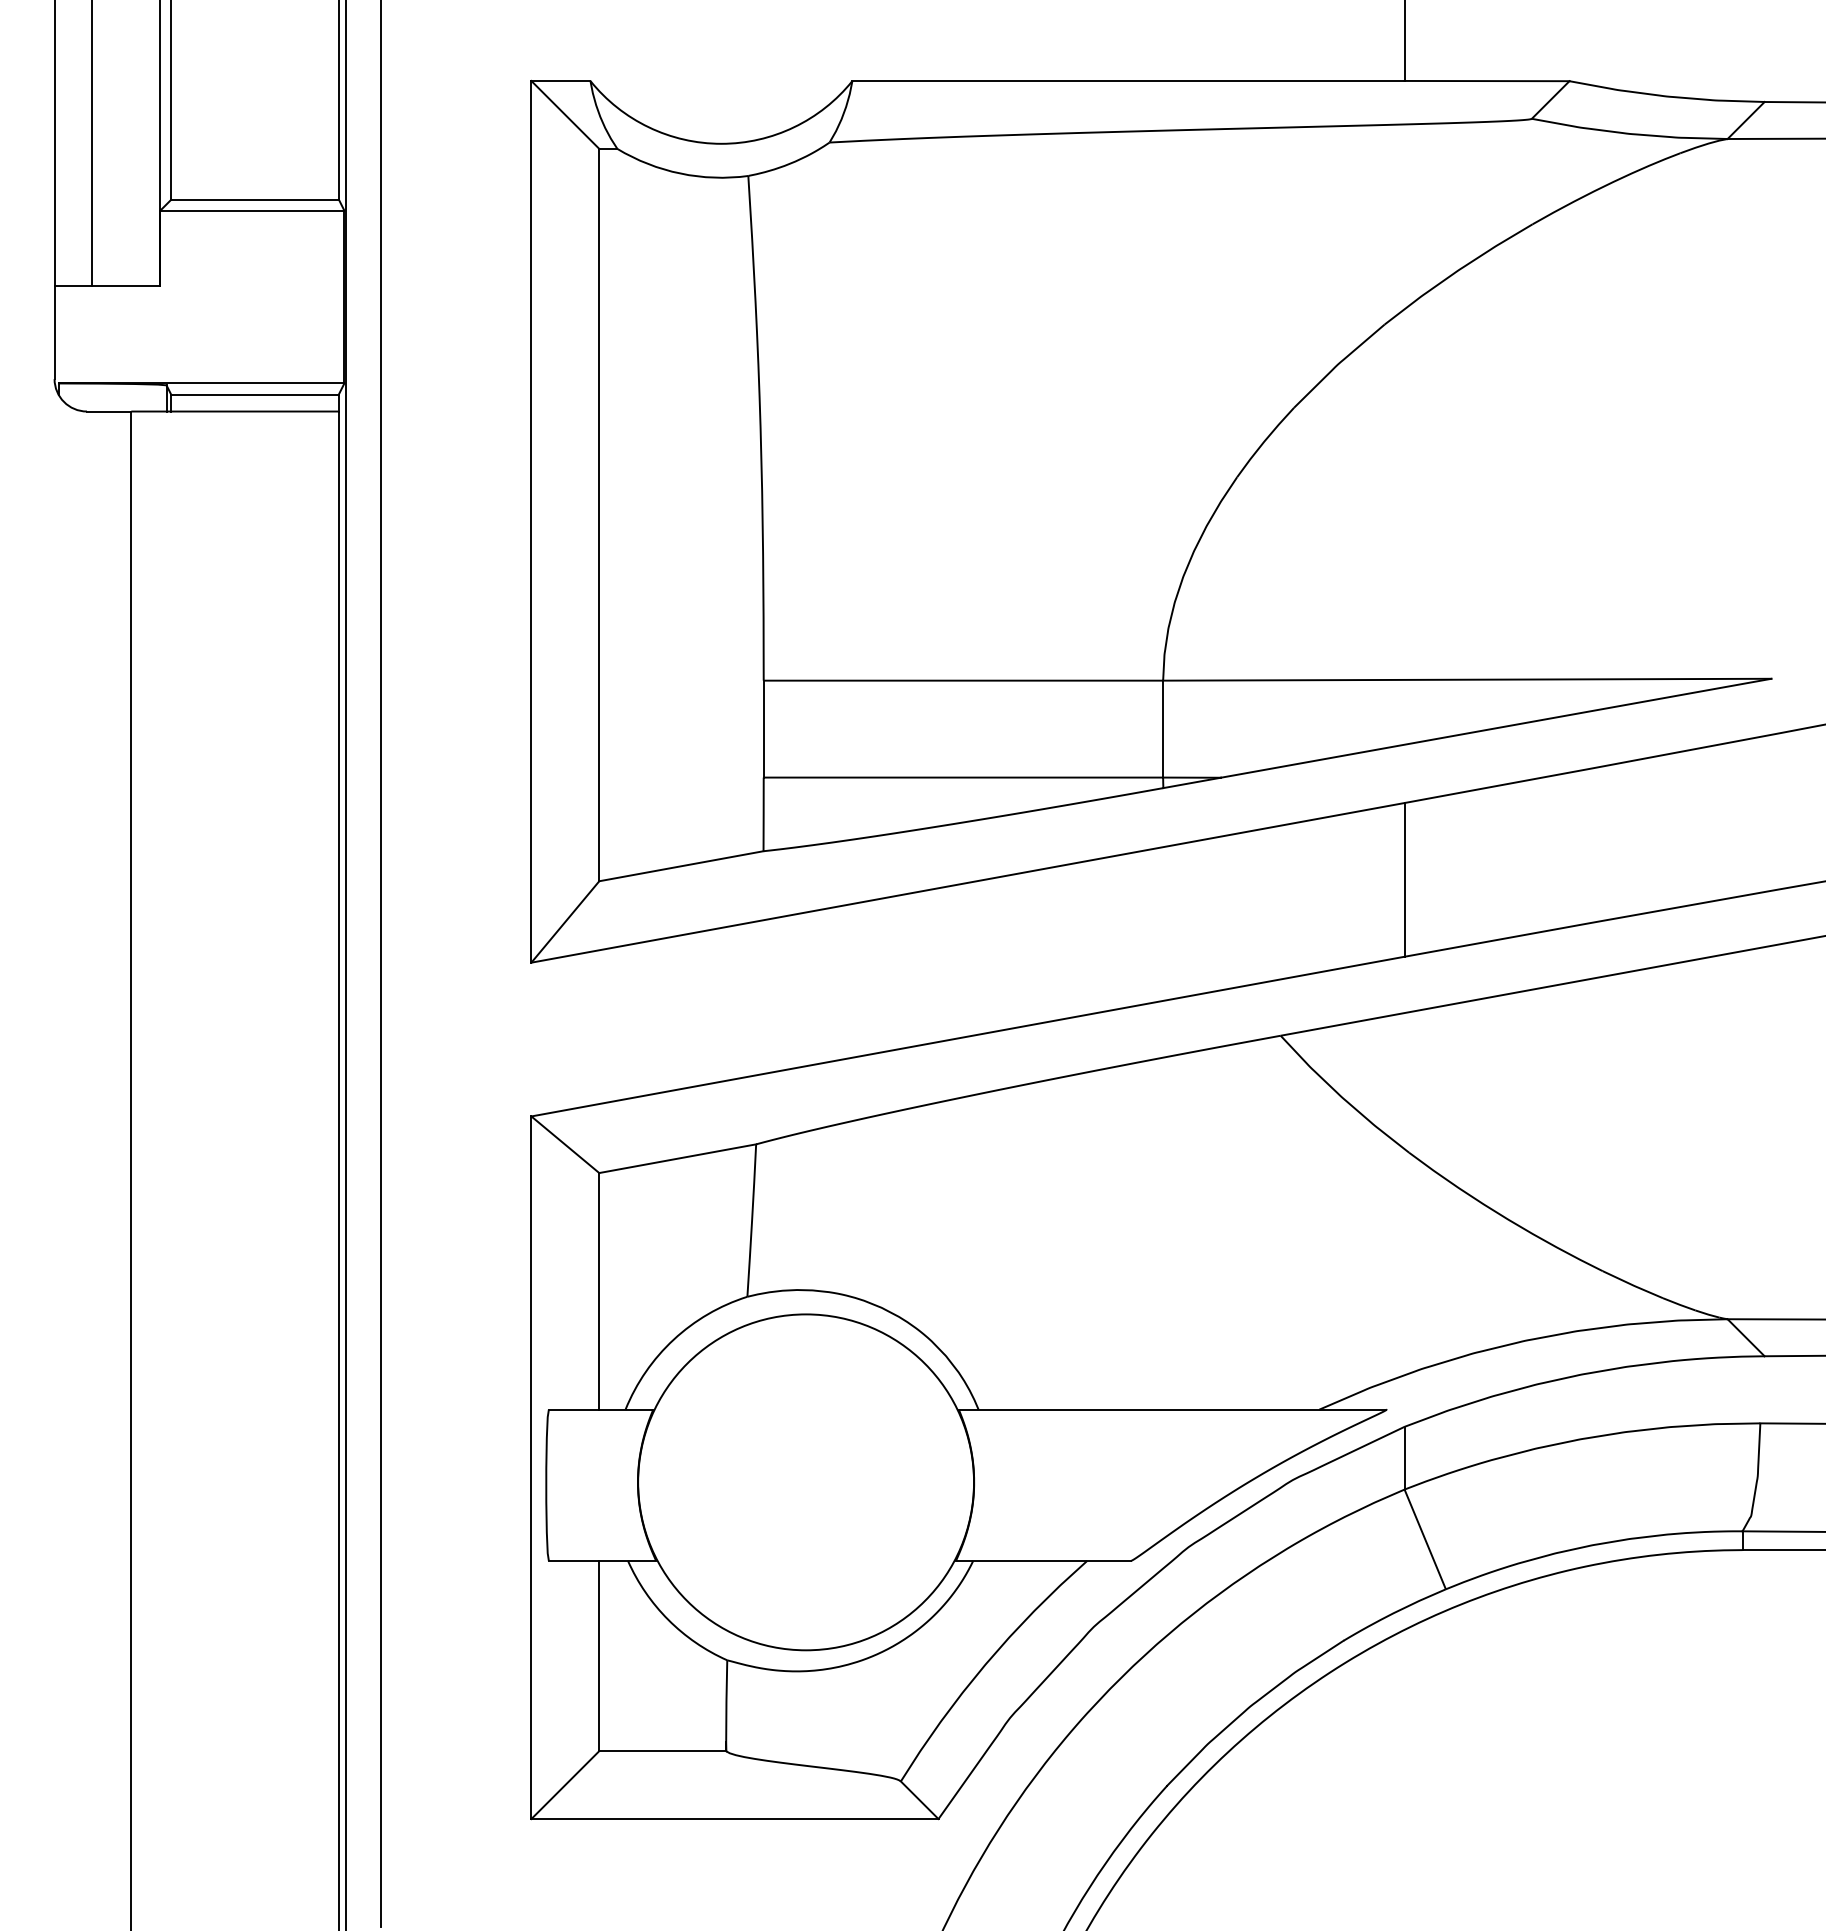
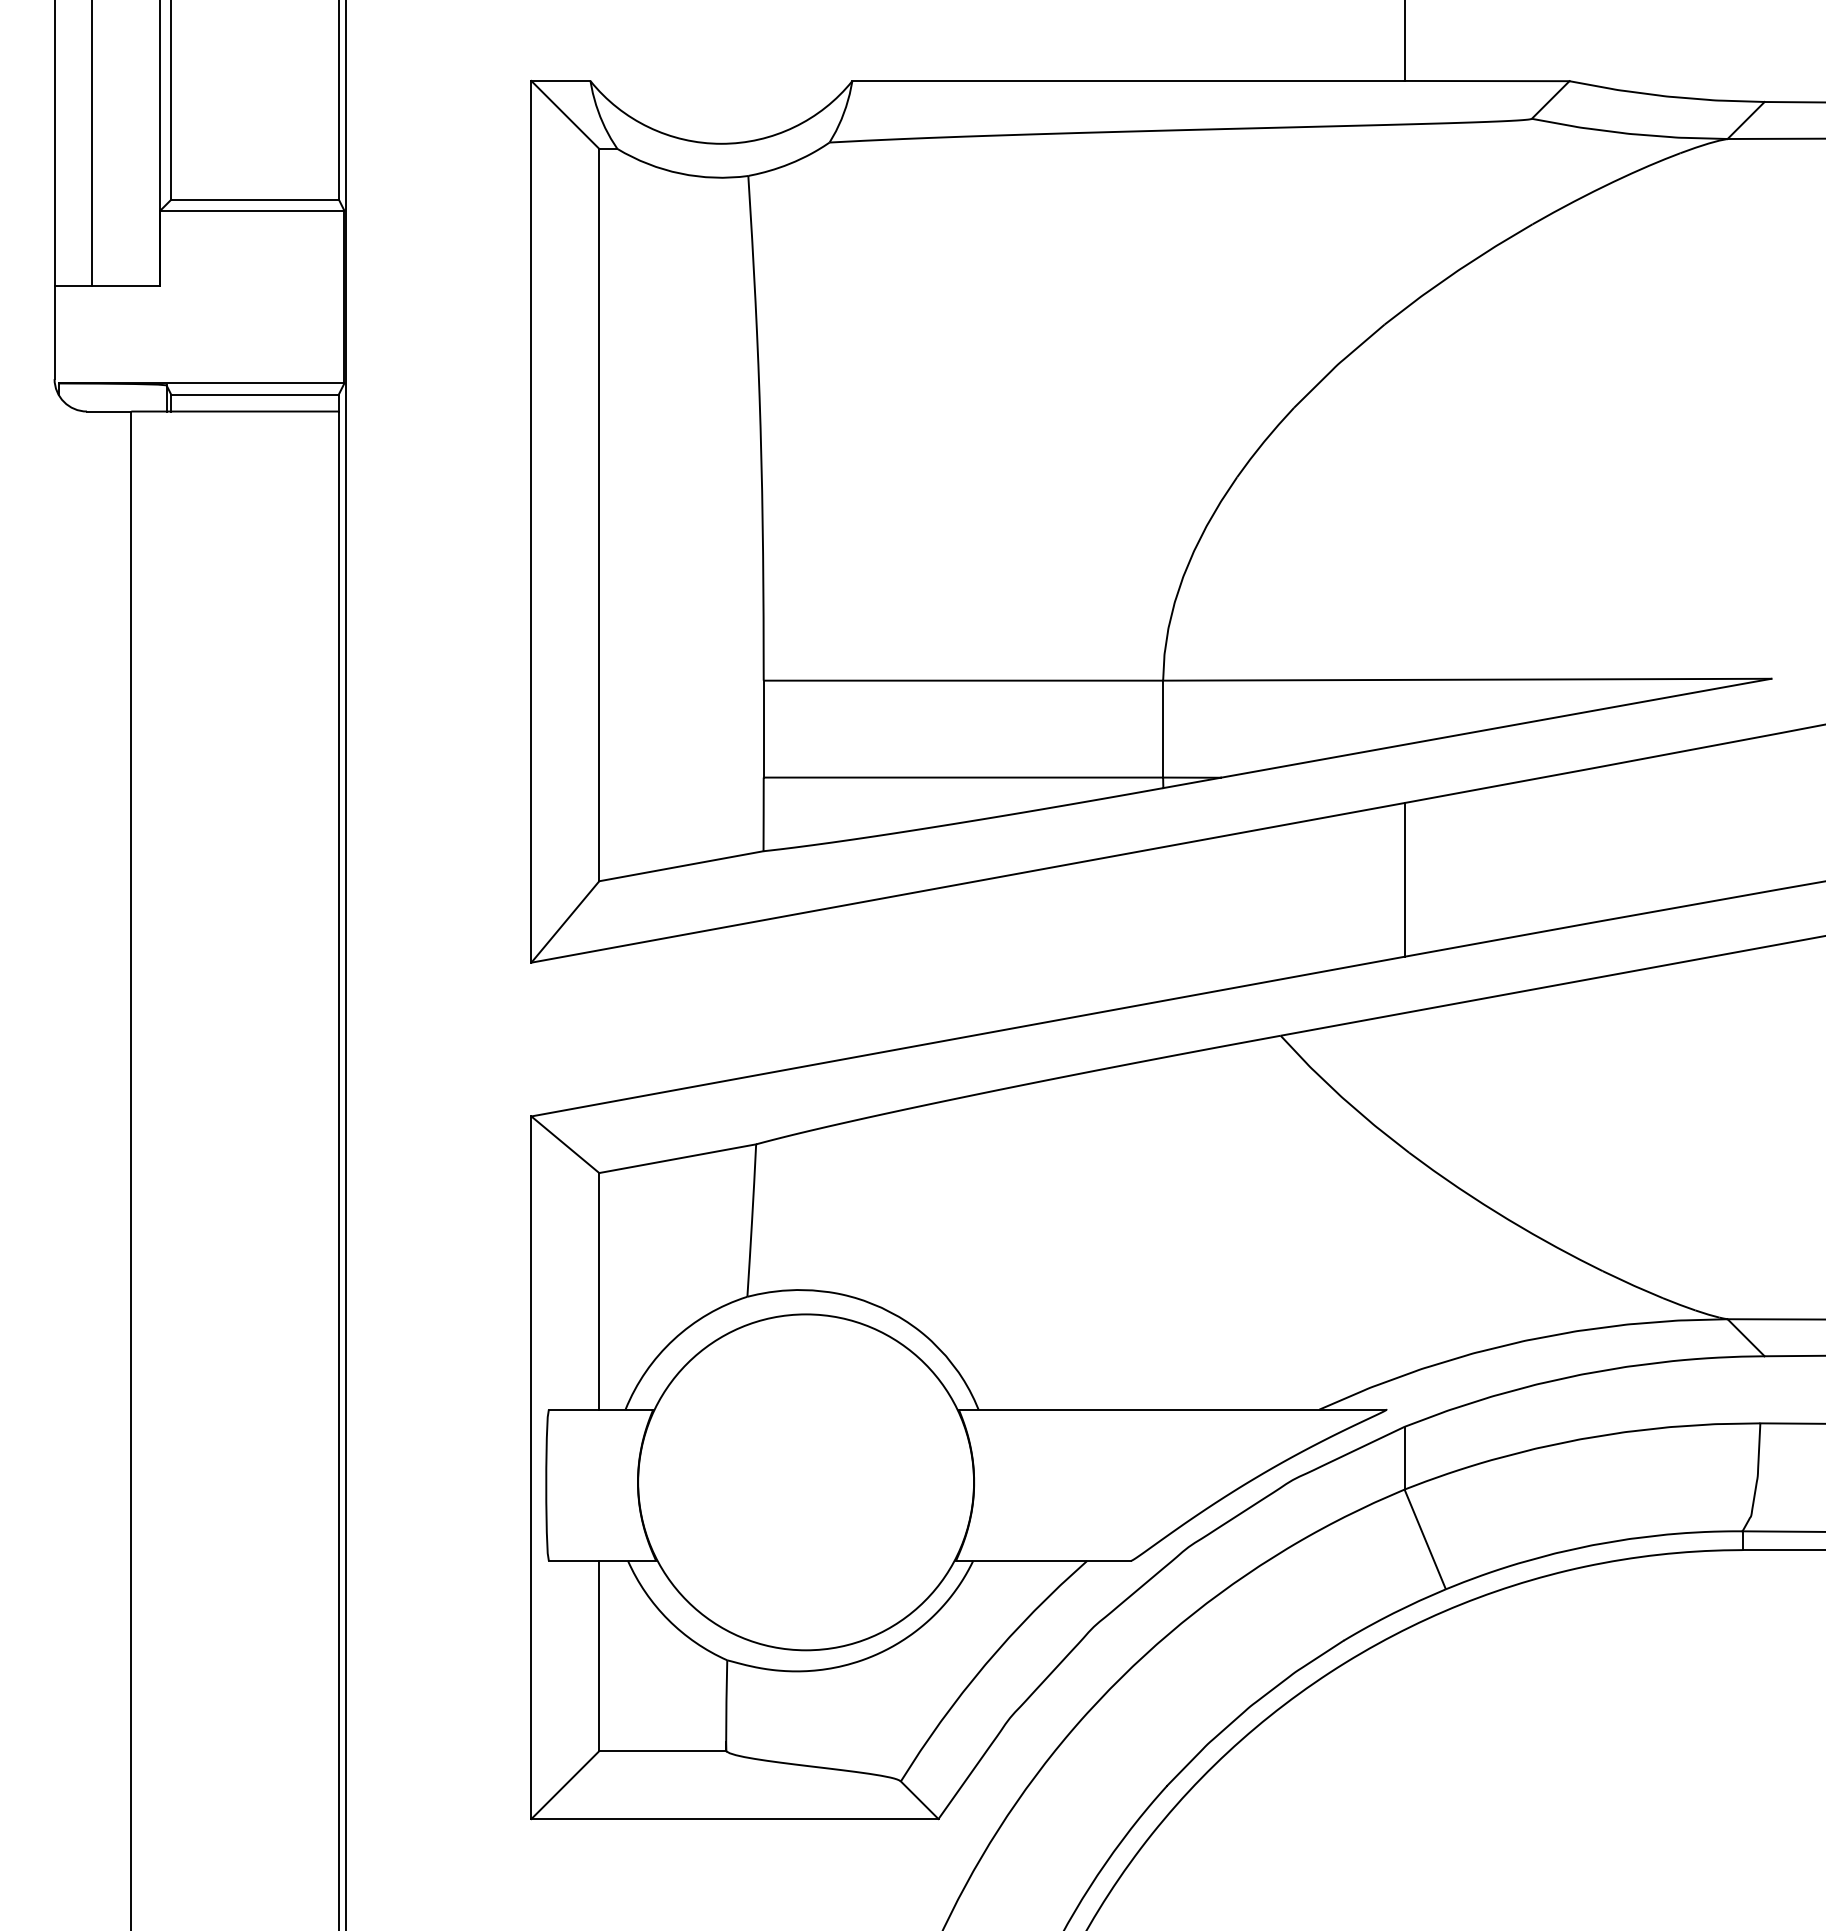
line at (381, 964): present -> none
